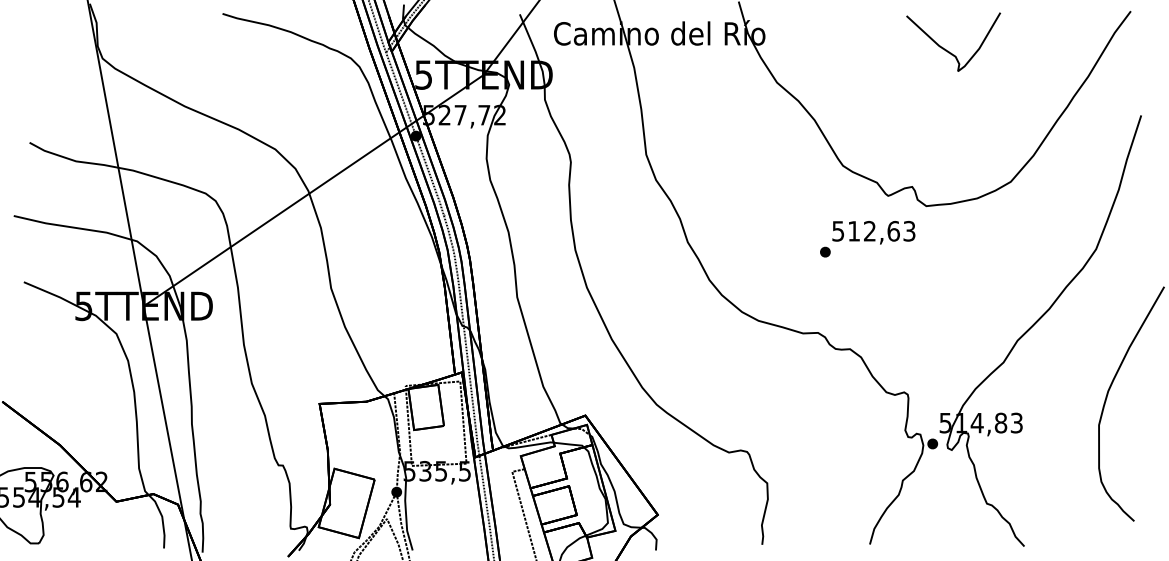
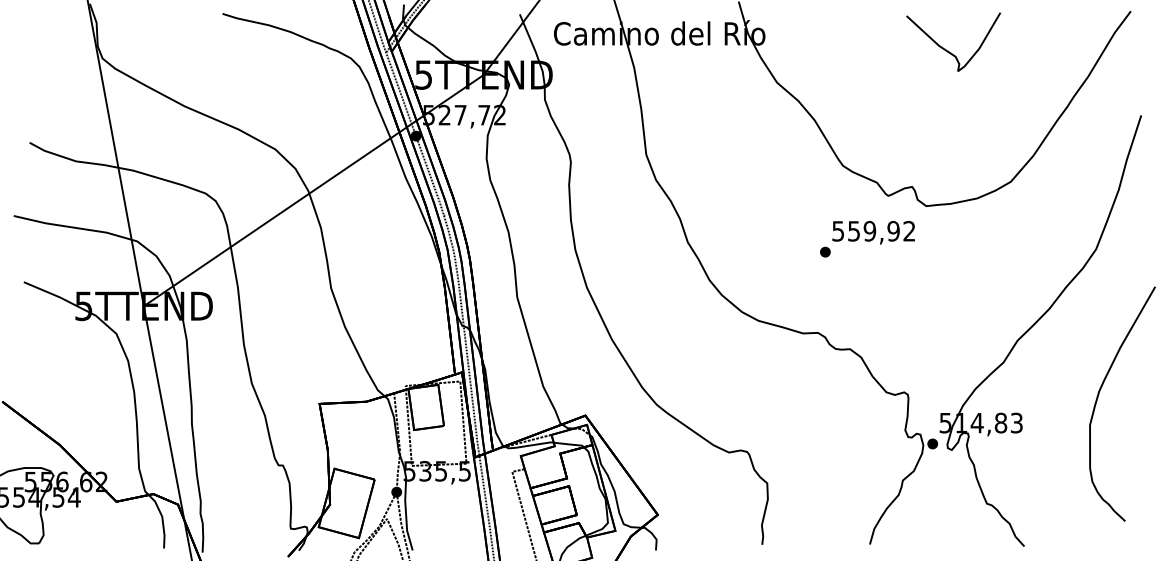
text at (881, 230): 512,63 -> 559,92
curve at (1107, 398) position: (1107, 398) -> (1098, 398)
